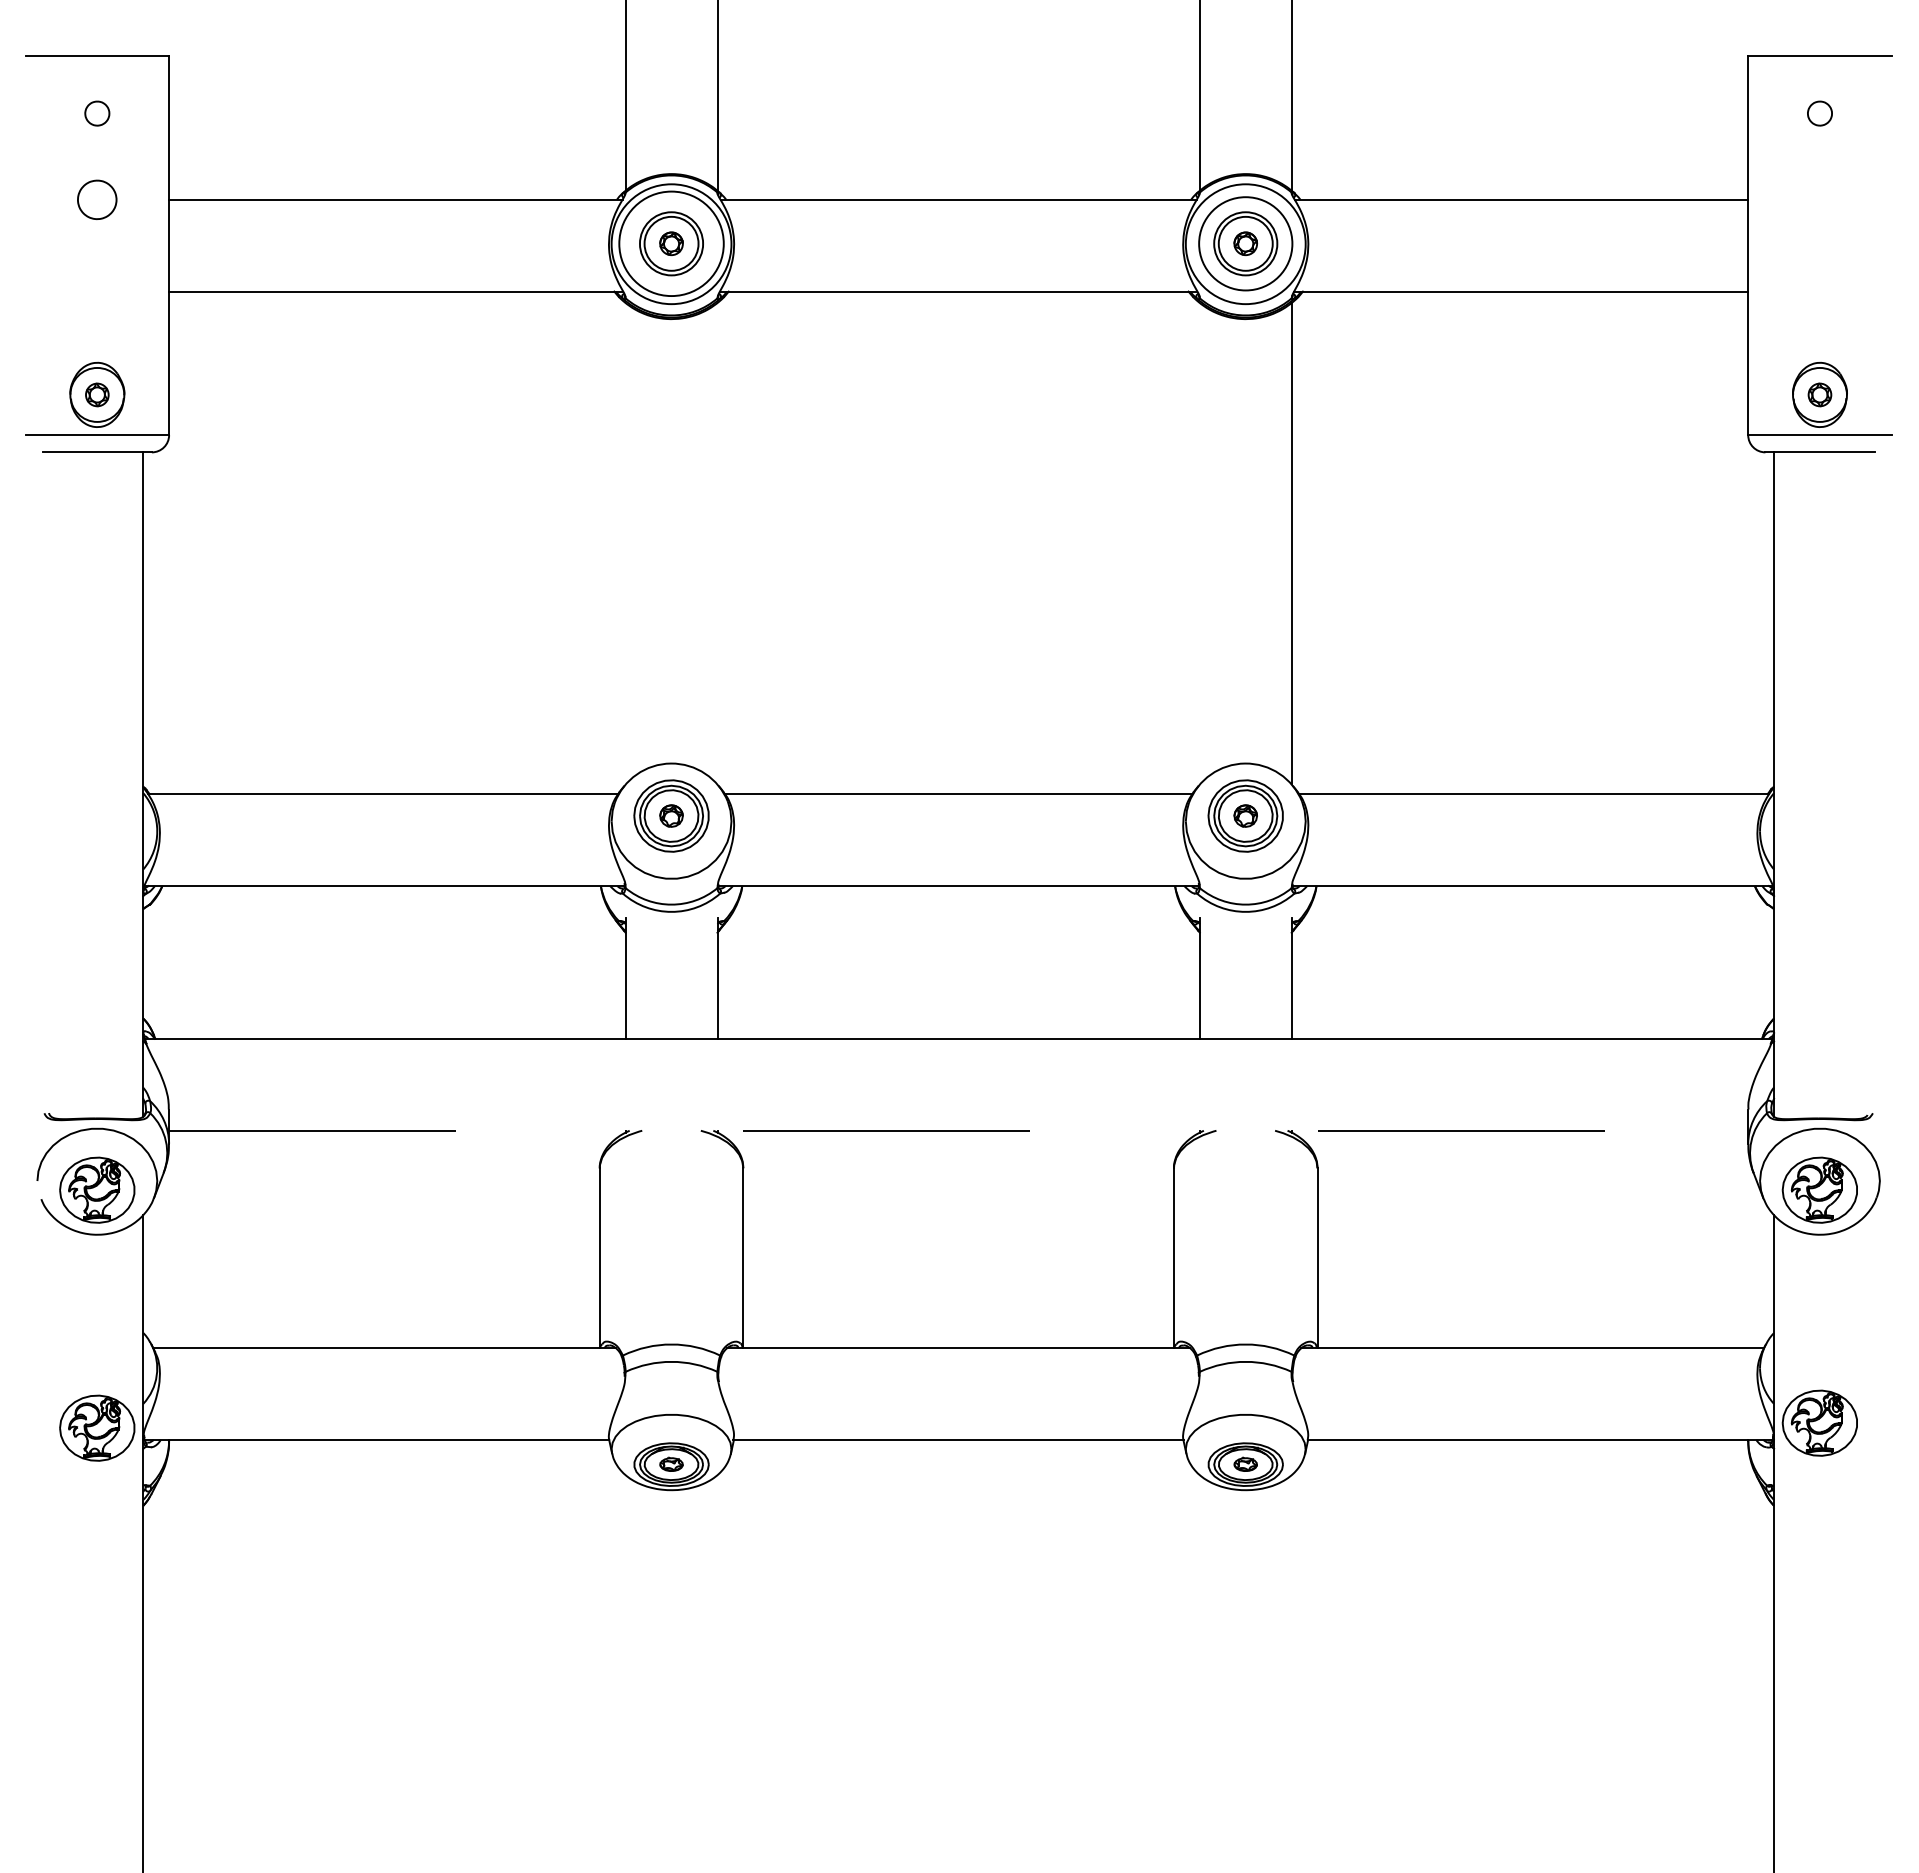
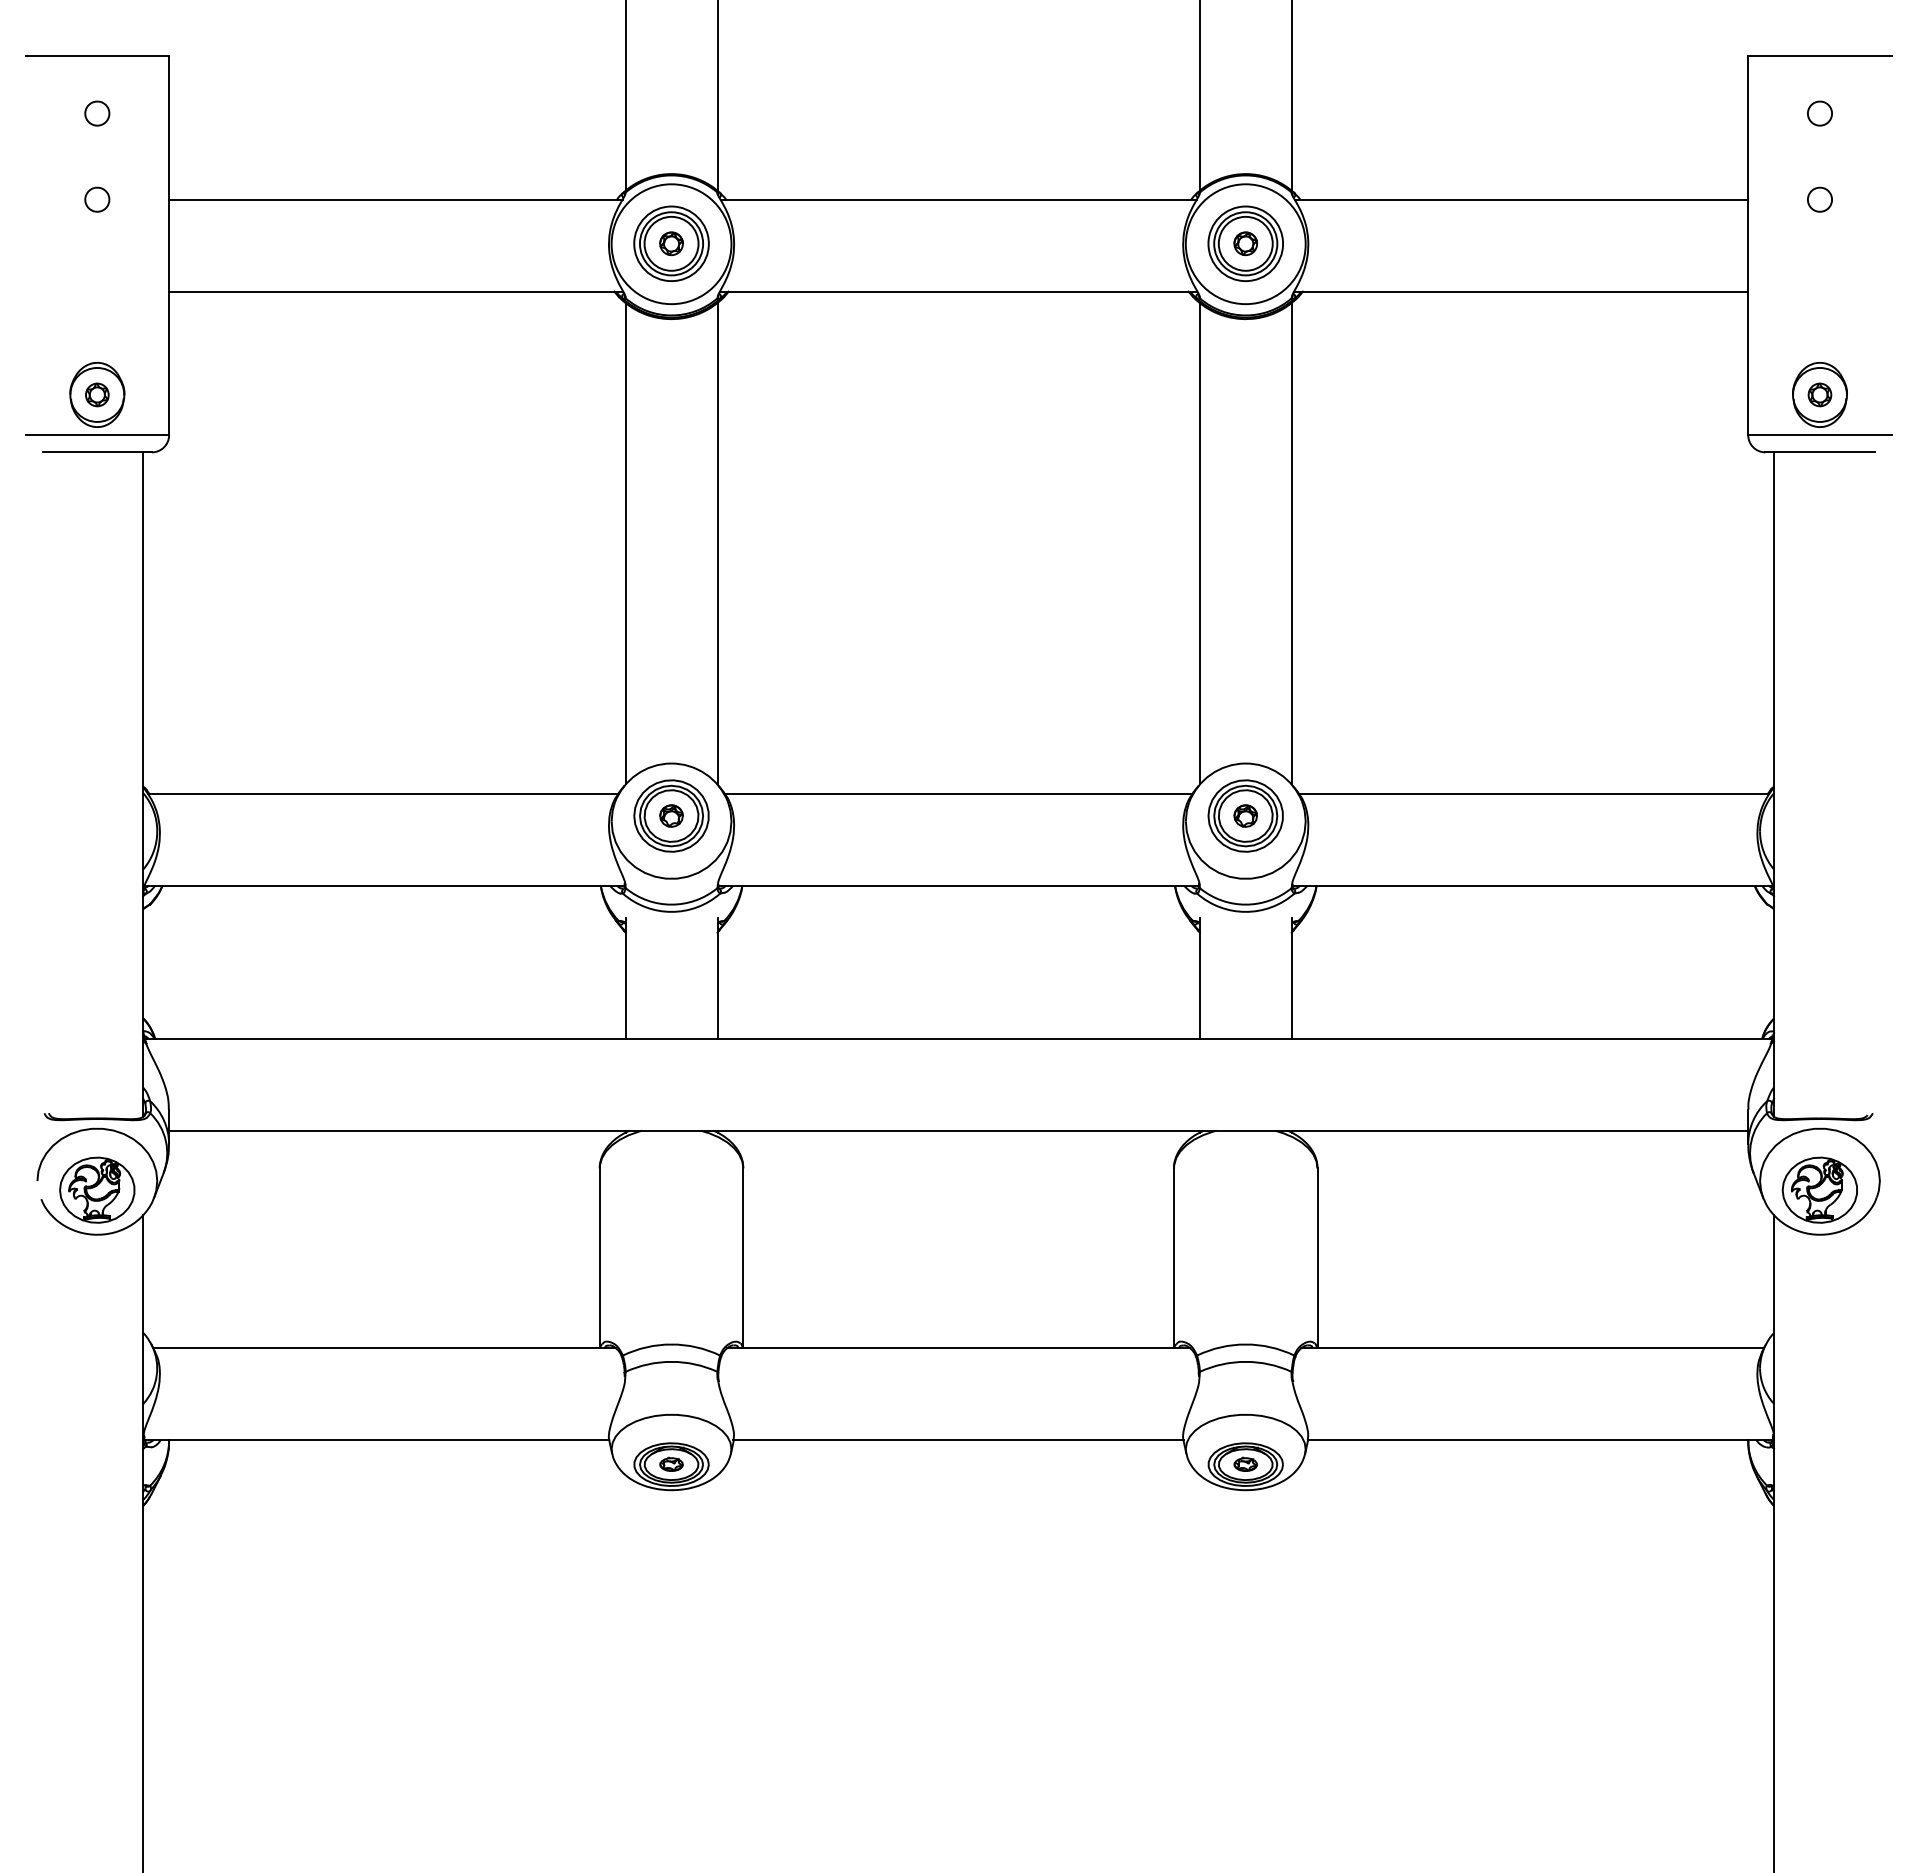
part at (97, 199) size: 41x41 px -> 27x27 px
part at (1819, 199): none -> present
circle at (671, 243) diameter: 104 px -> 75 px
circle at (1245, 243) diameter: 93 px -> 75 px
line at (625, 543): none -> present
line at (717, 543): none -> present
line at (1199, 543): none -> present
line at (958, 1130): dashed -> solid
part at (1819, 1422): present -> none
part at (97, 1427): present -> none
